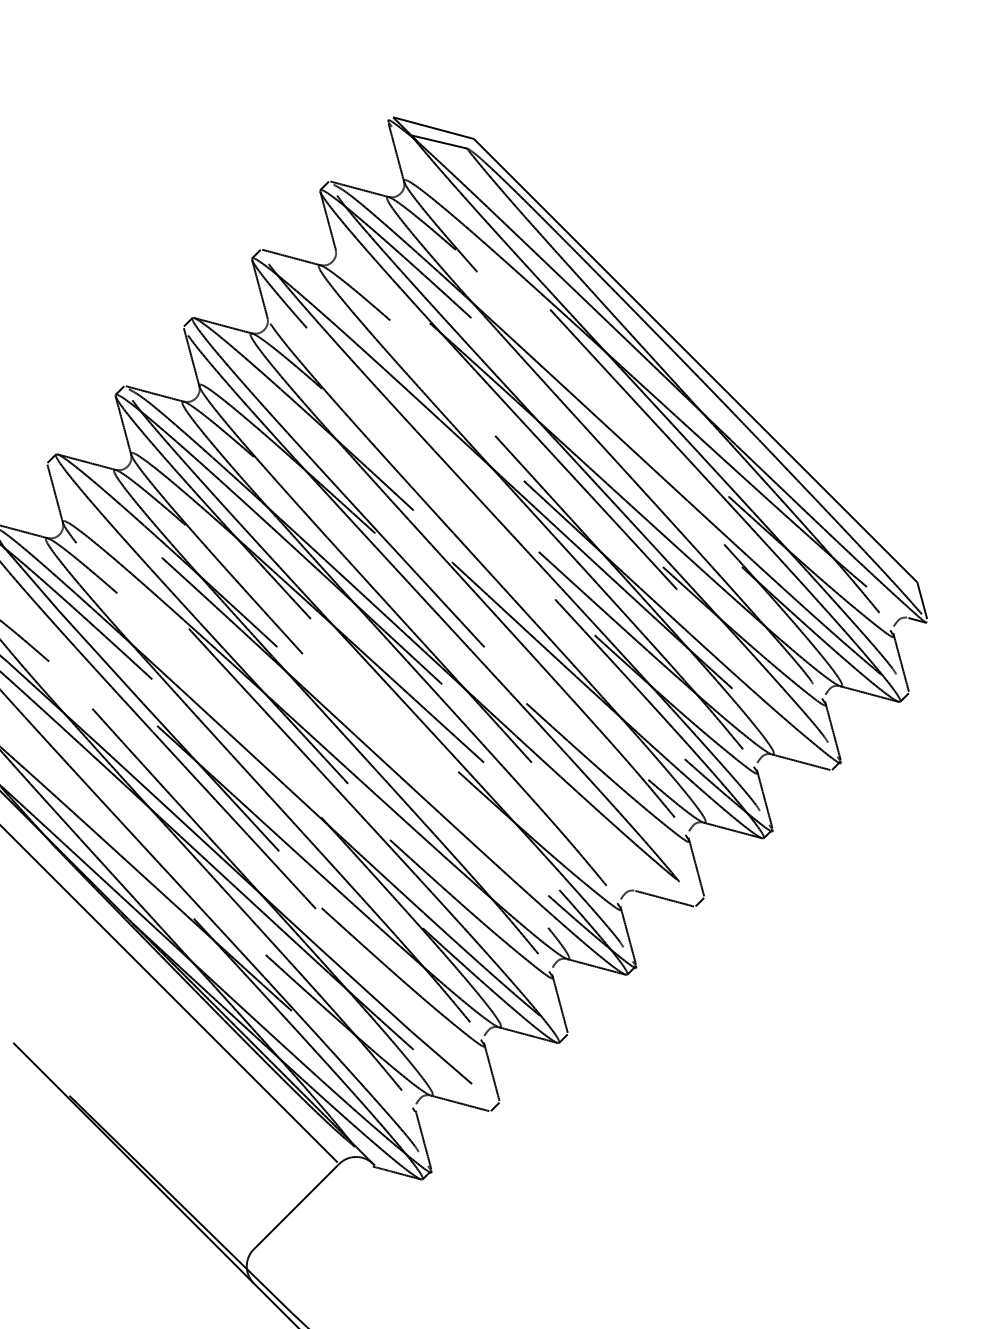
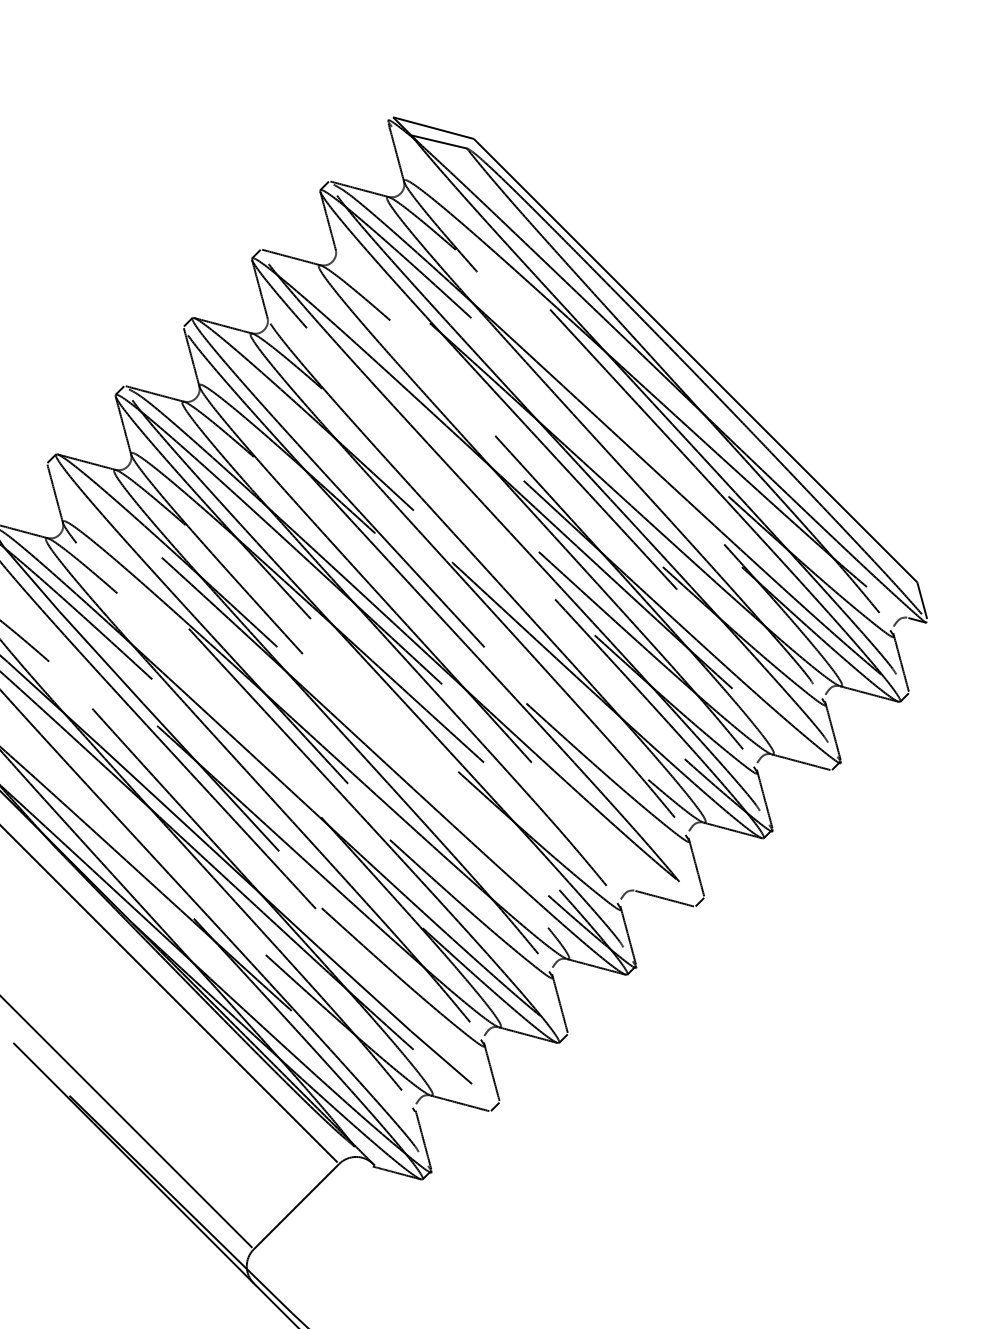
line at (127, 1122): none -> present
